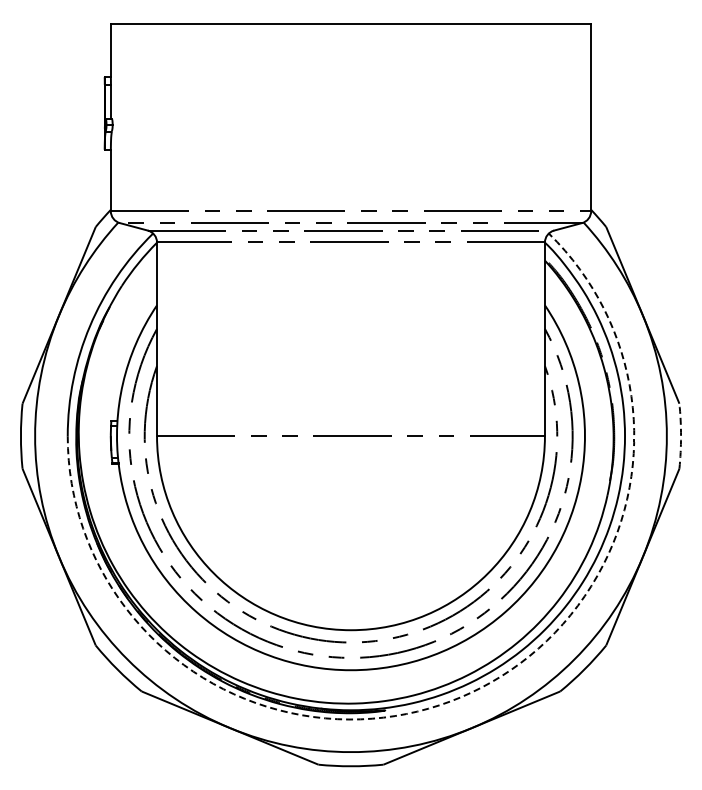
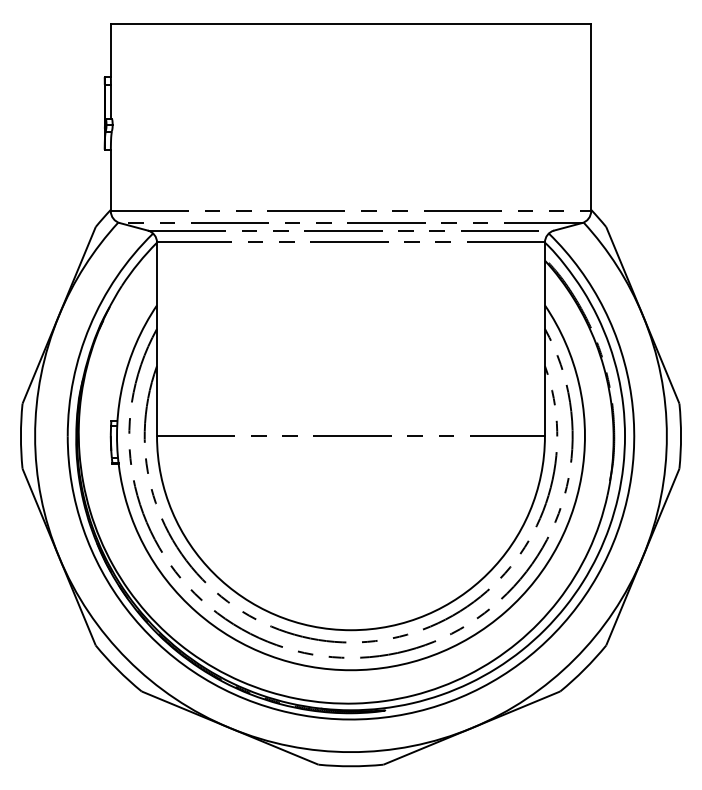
arc at (681, 436): dashed -> solid
arc at (460, 697): dashed -> solid
